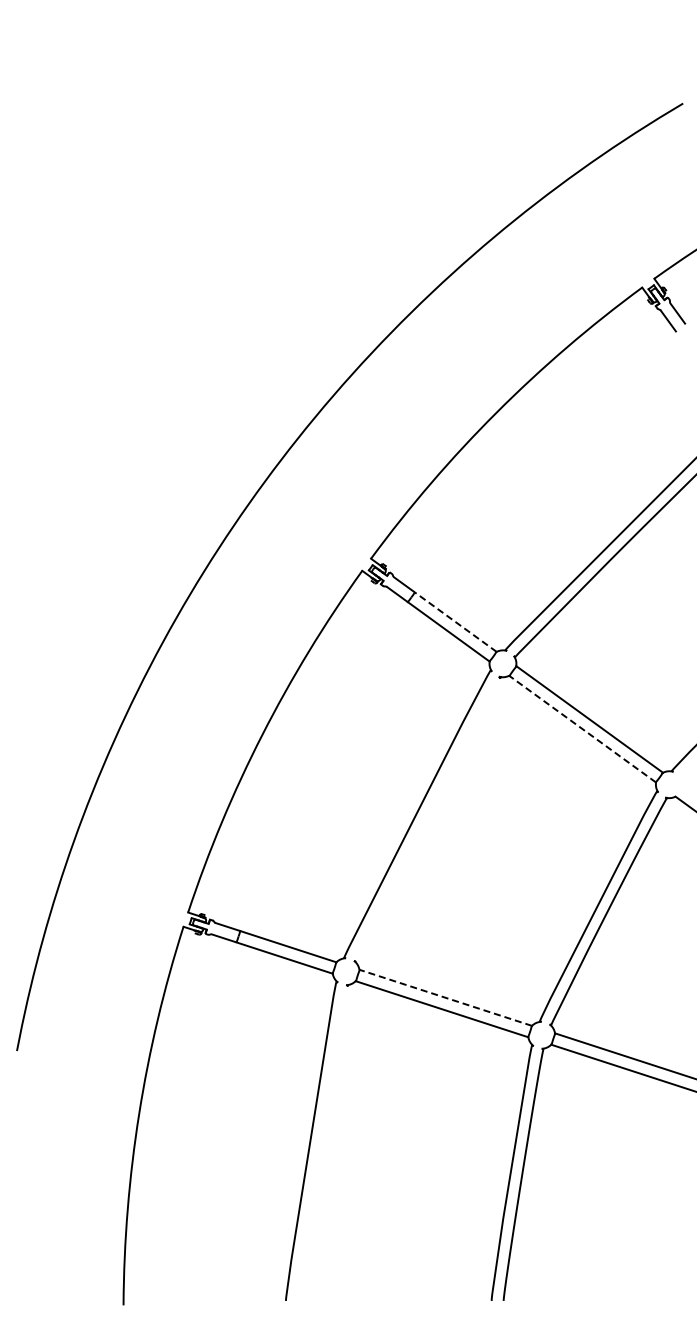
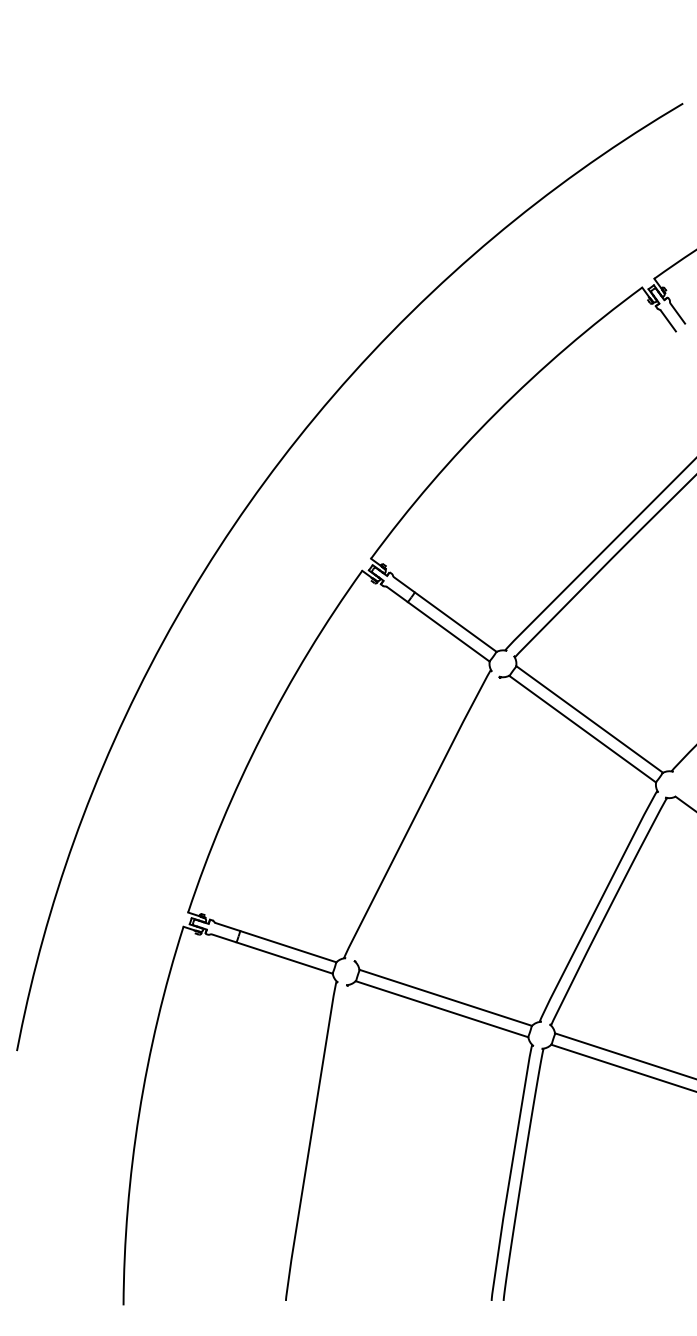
line at (455, 622): dashed -> solid
line at (582, 729): dashed -> solid
line at (445, 997): dashed -> solid
